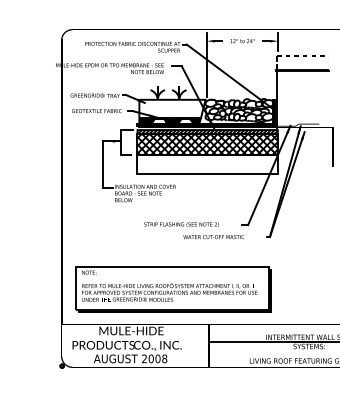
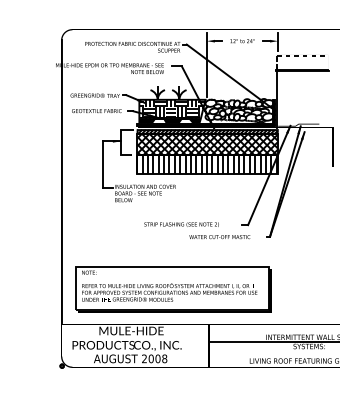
hatch at (171, 108): none -> present
hatch at (206, 164): none -> present
text at (213, 237) position: (213, 237) -> (219, 237)
